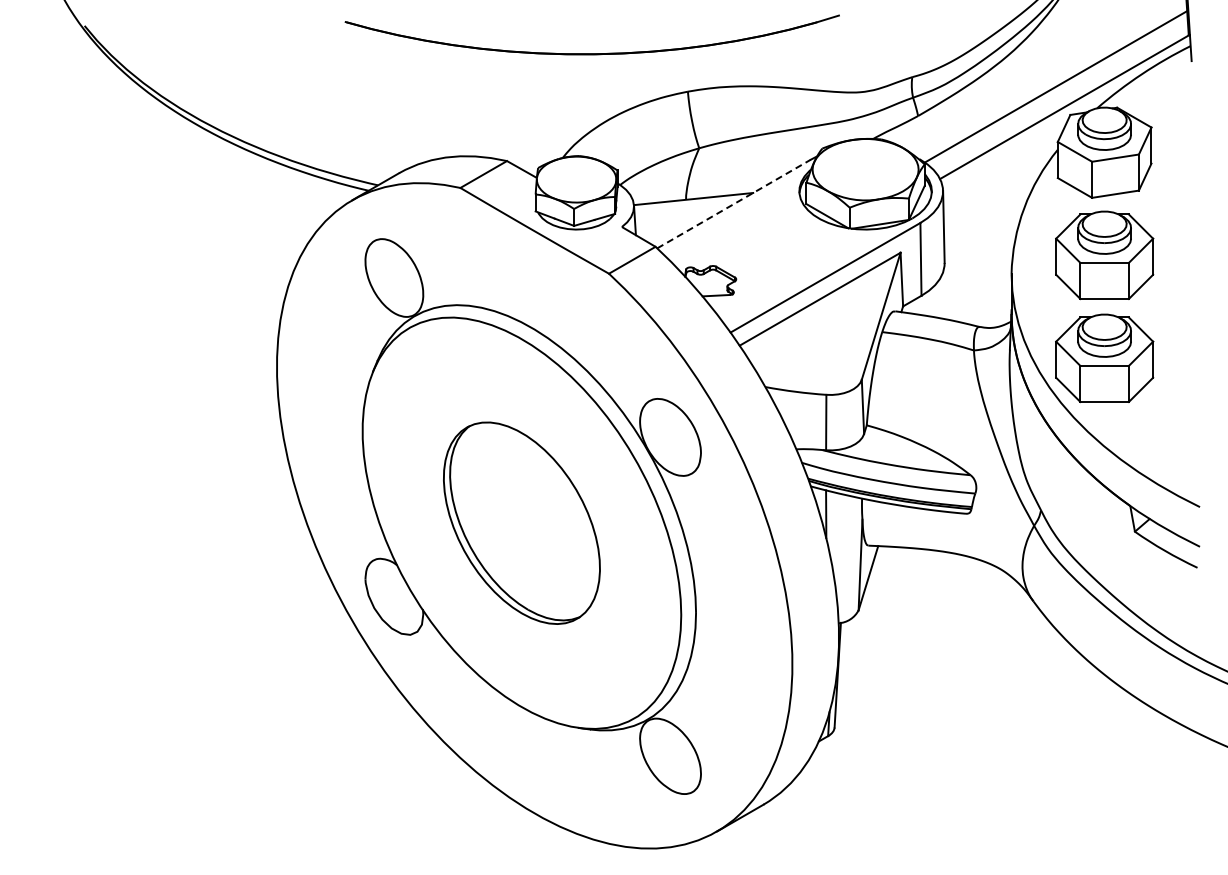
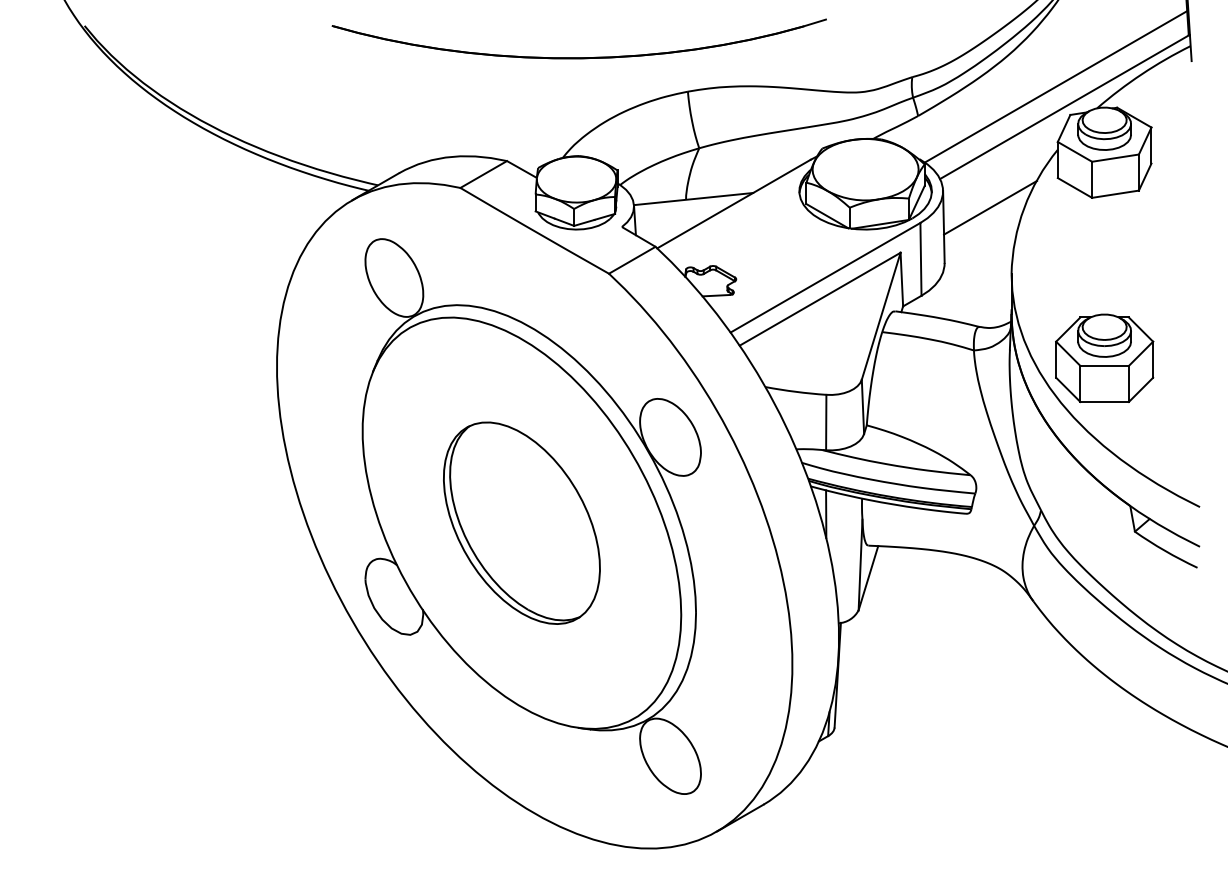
part at (591, 53) position: (591, 53) -> (578, 57)
line at (734, 204): dashed -> solid
line at (990, 207): none -> present
part at (1104, 255): present -> none
